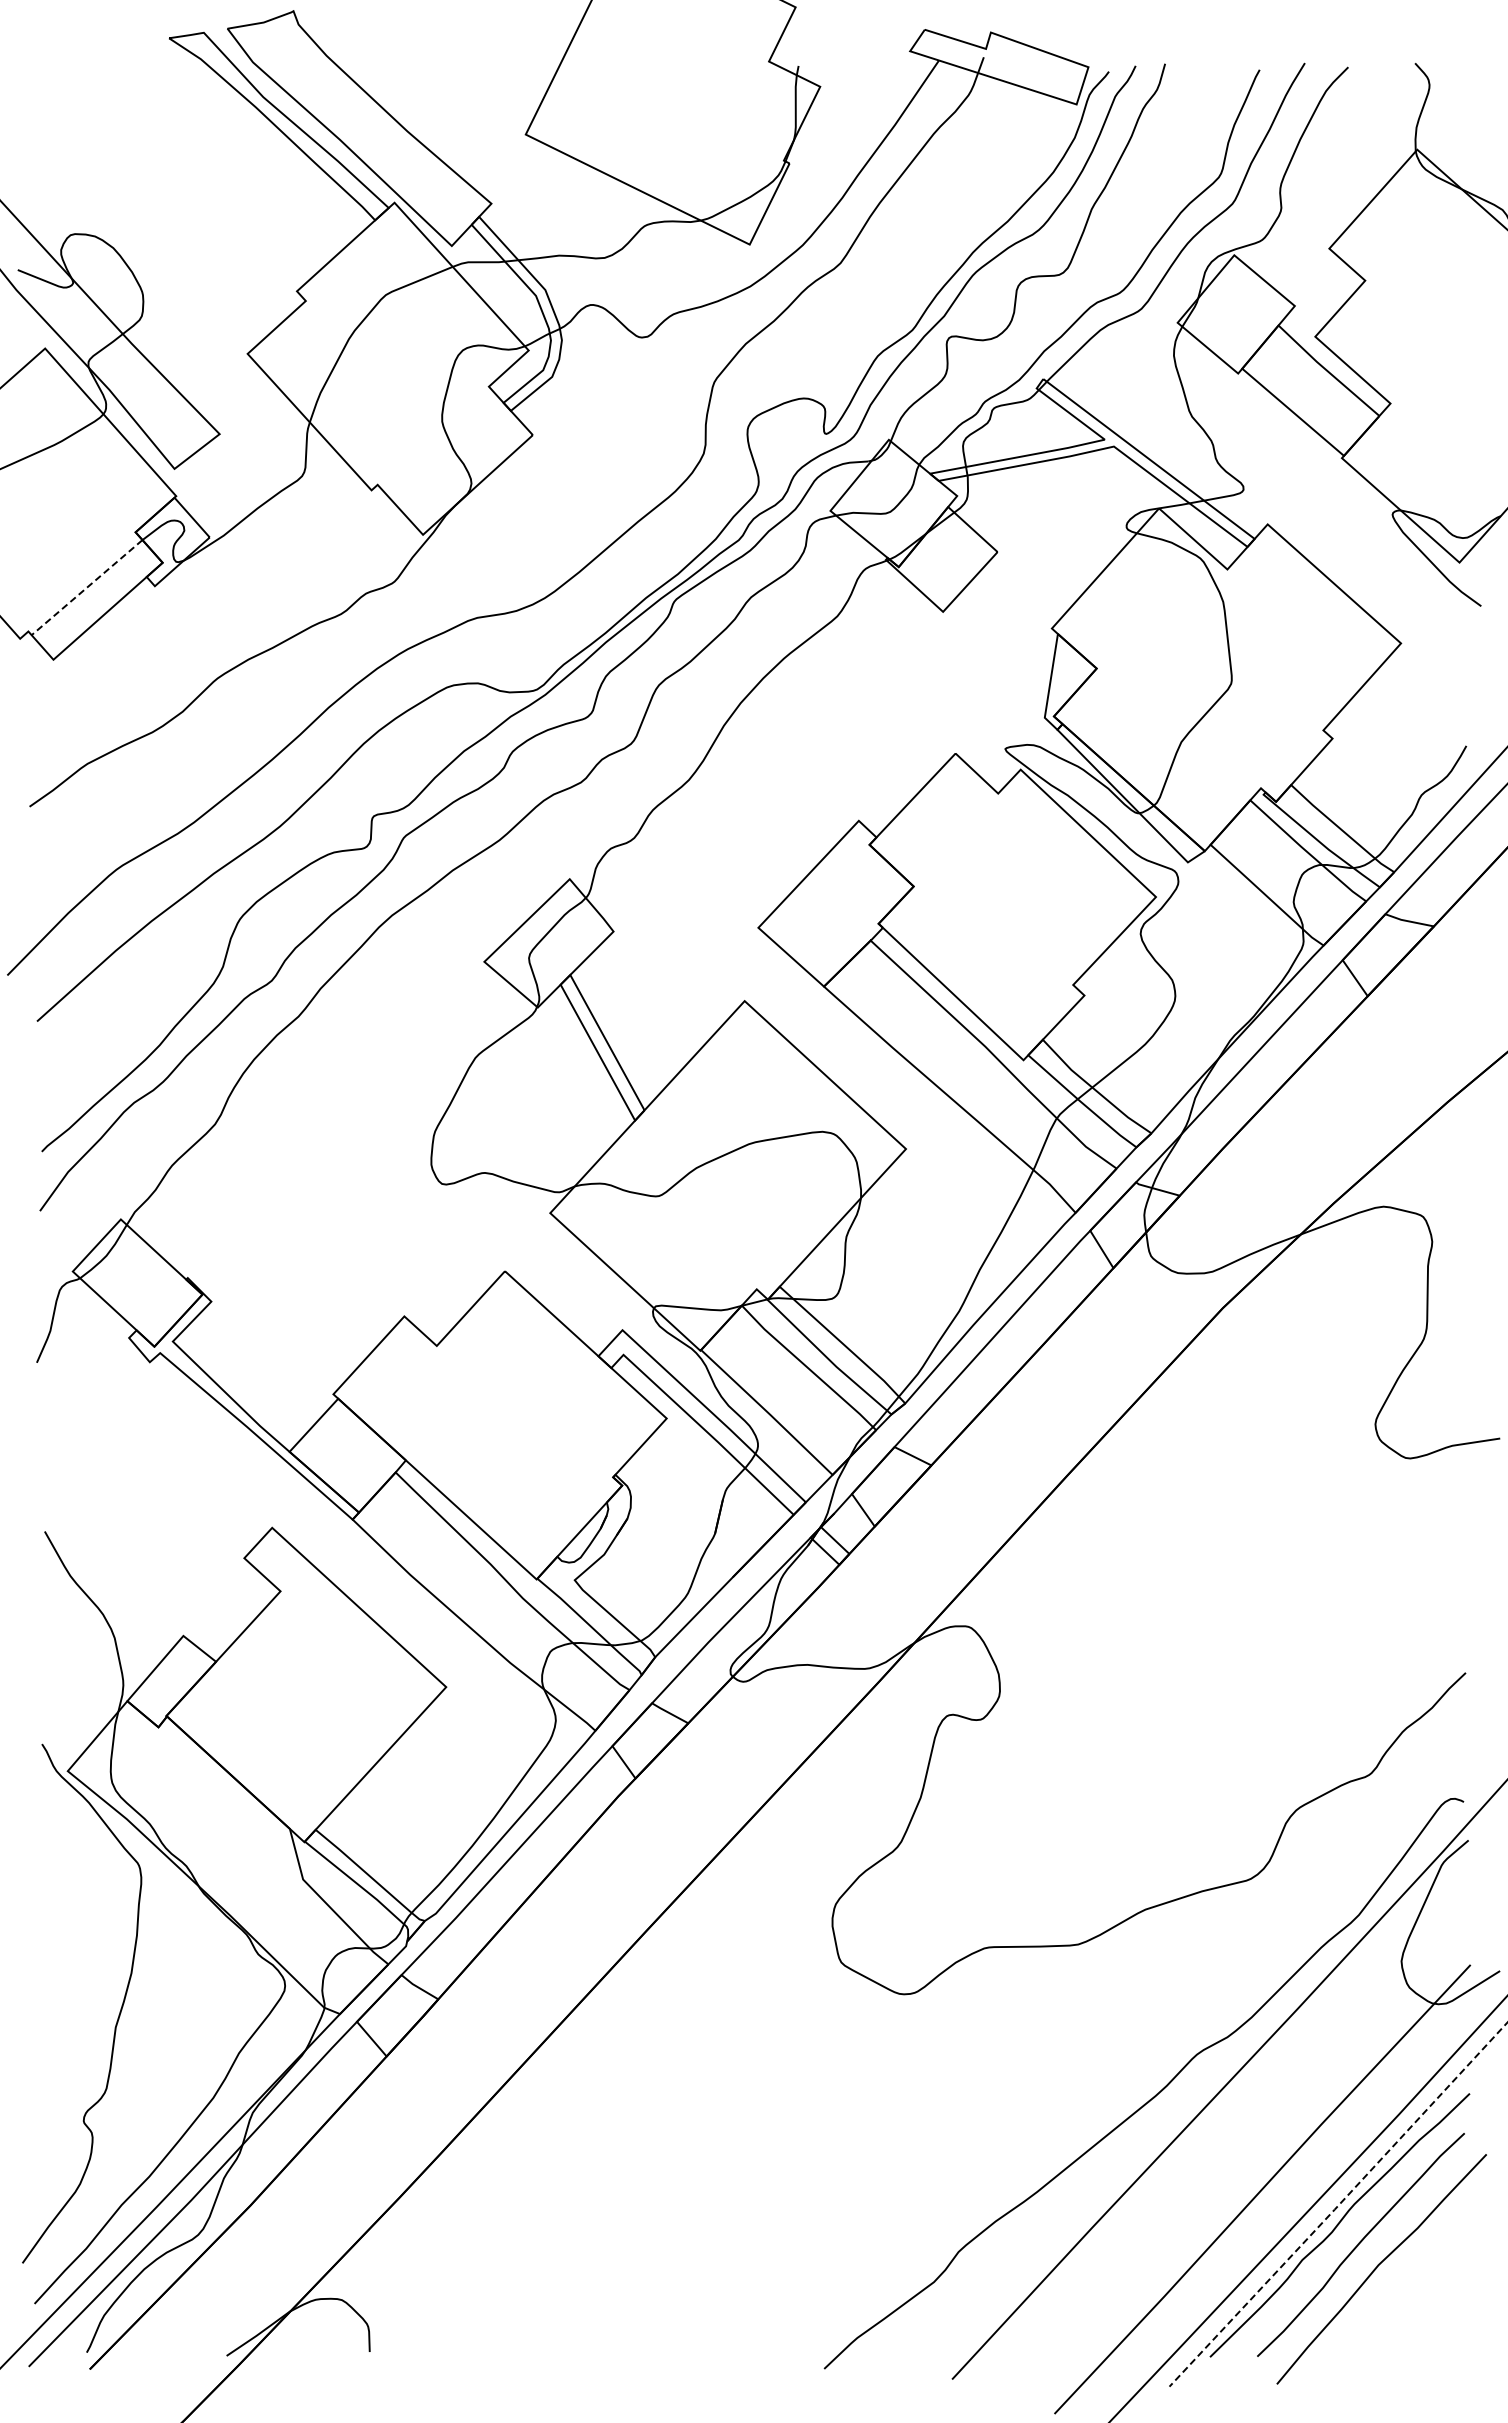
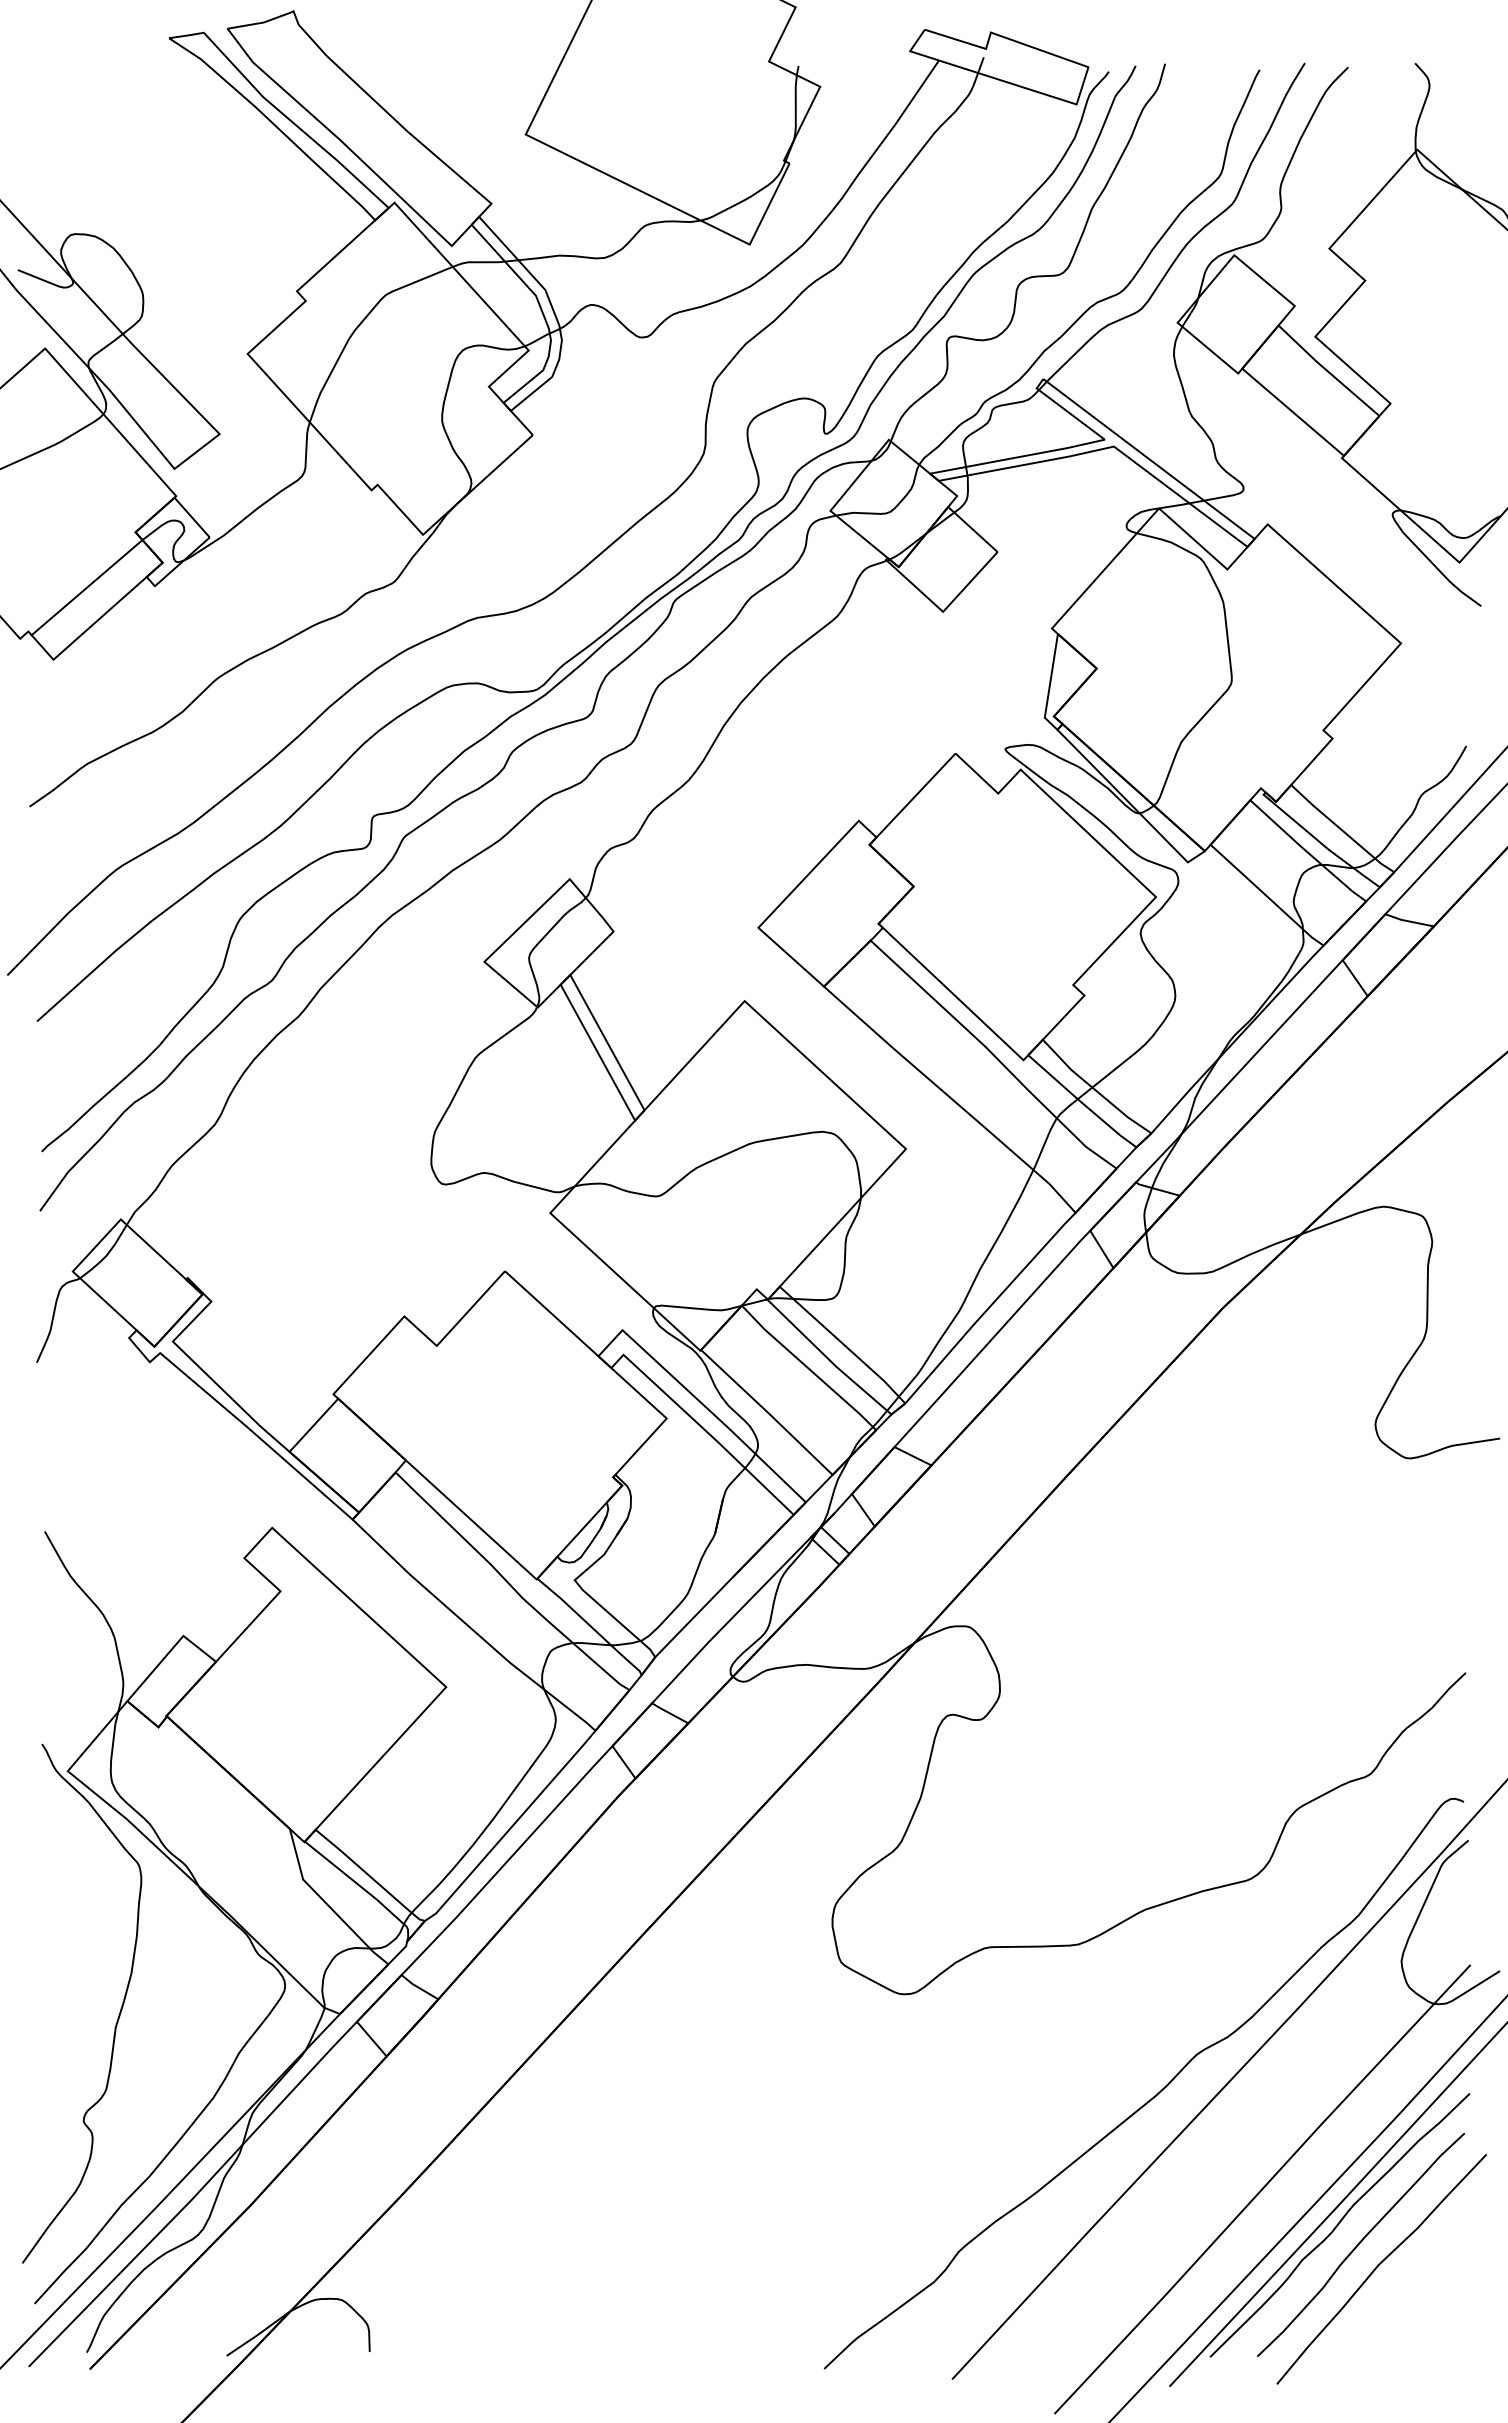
line at (86, 587): dashed -> solid
line at (1338, 2205): dashed -> solid
